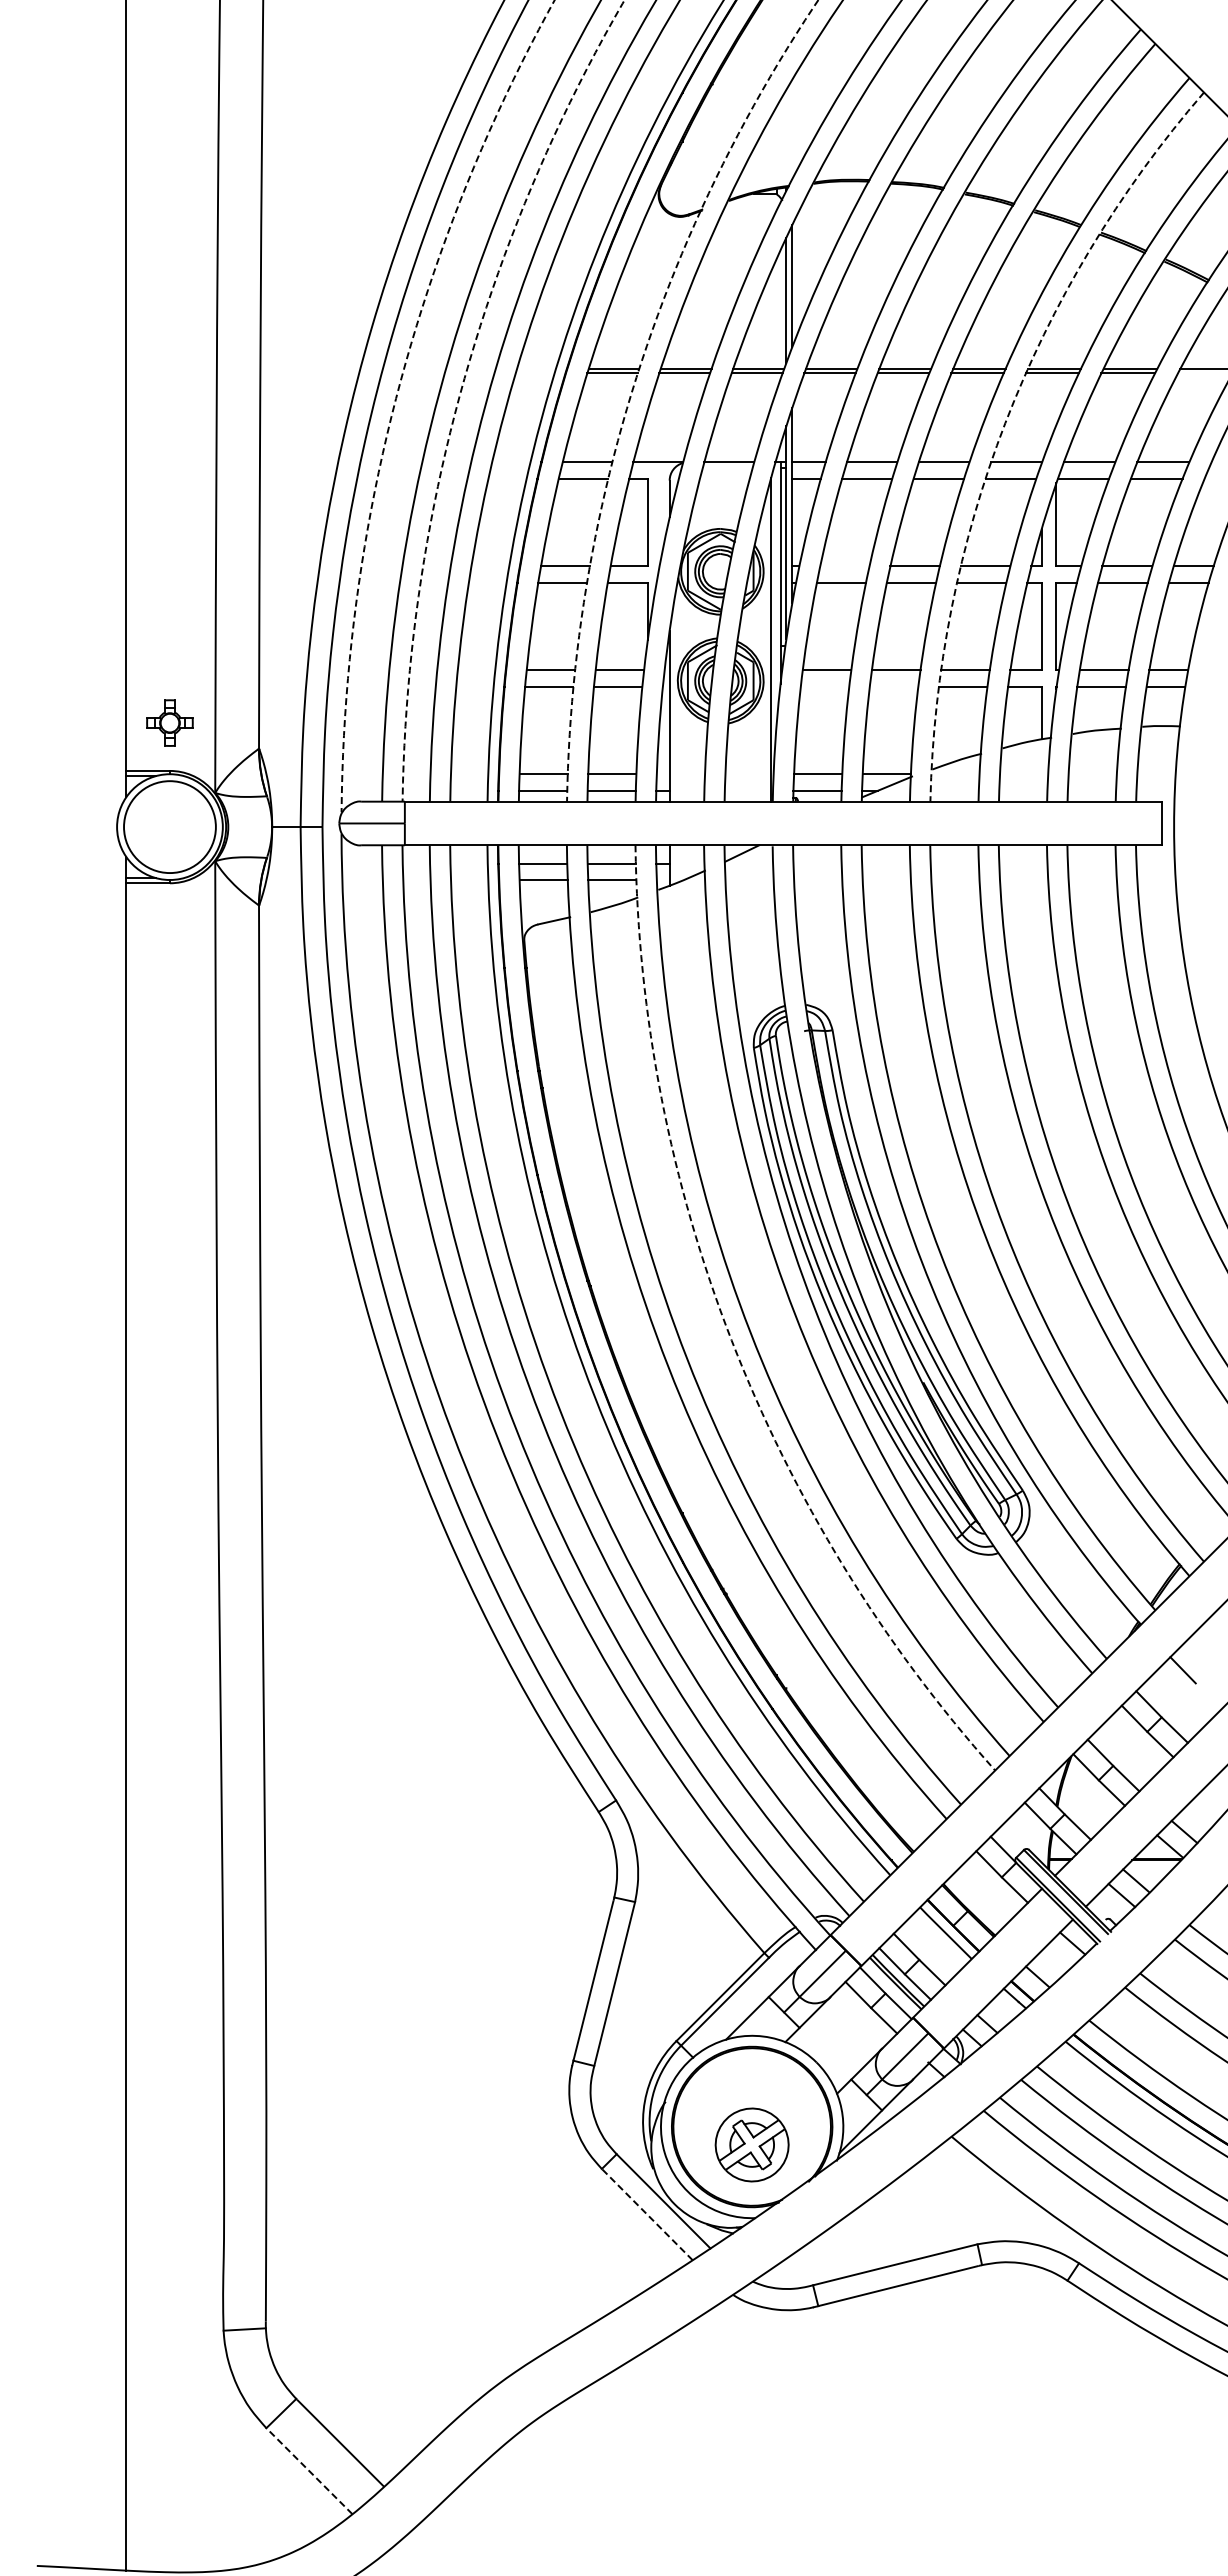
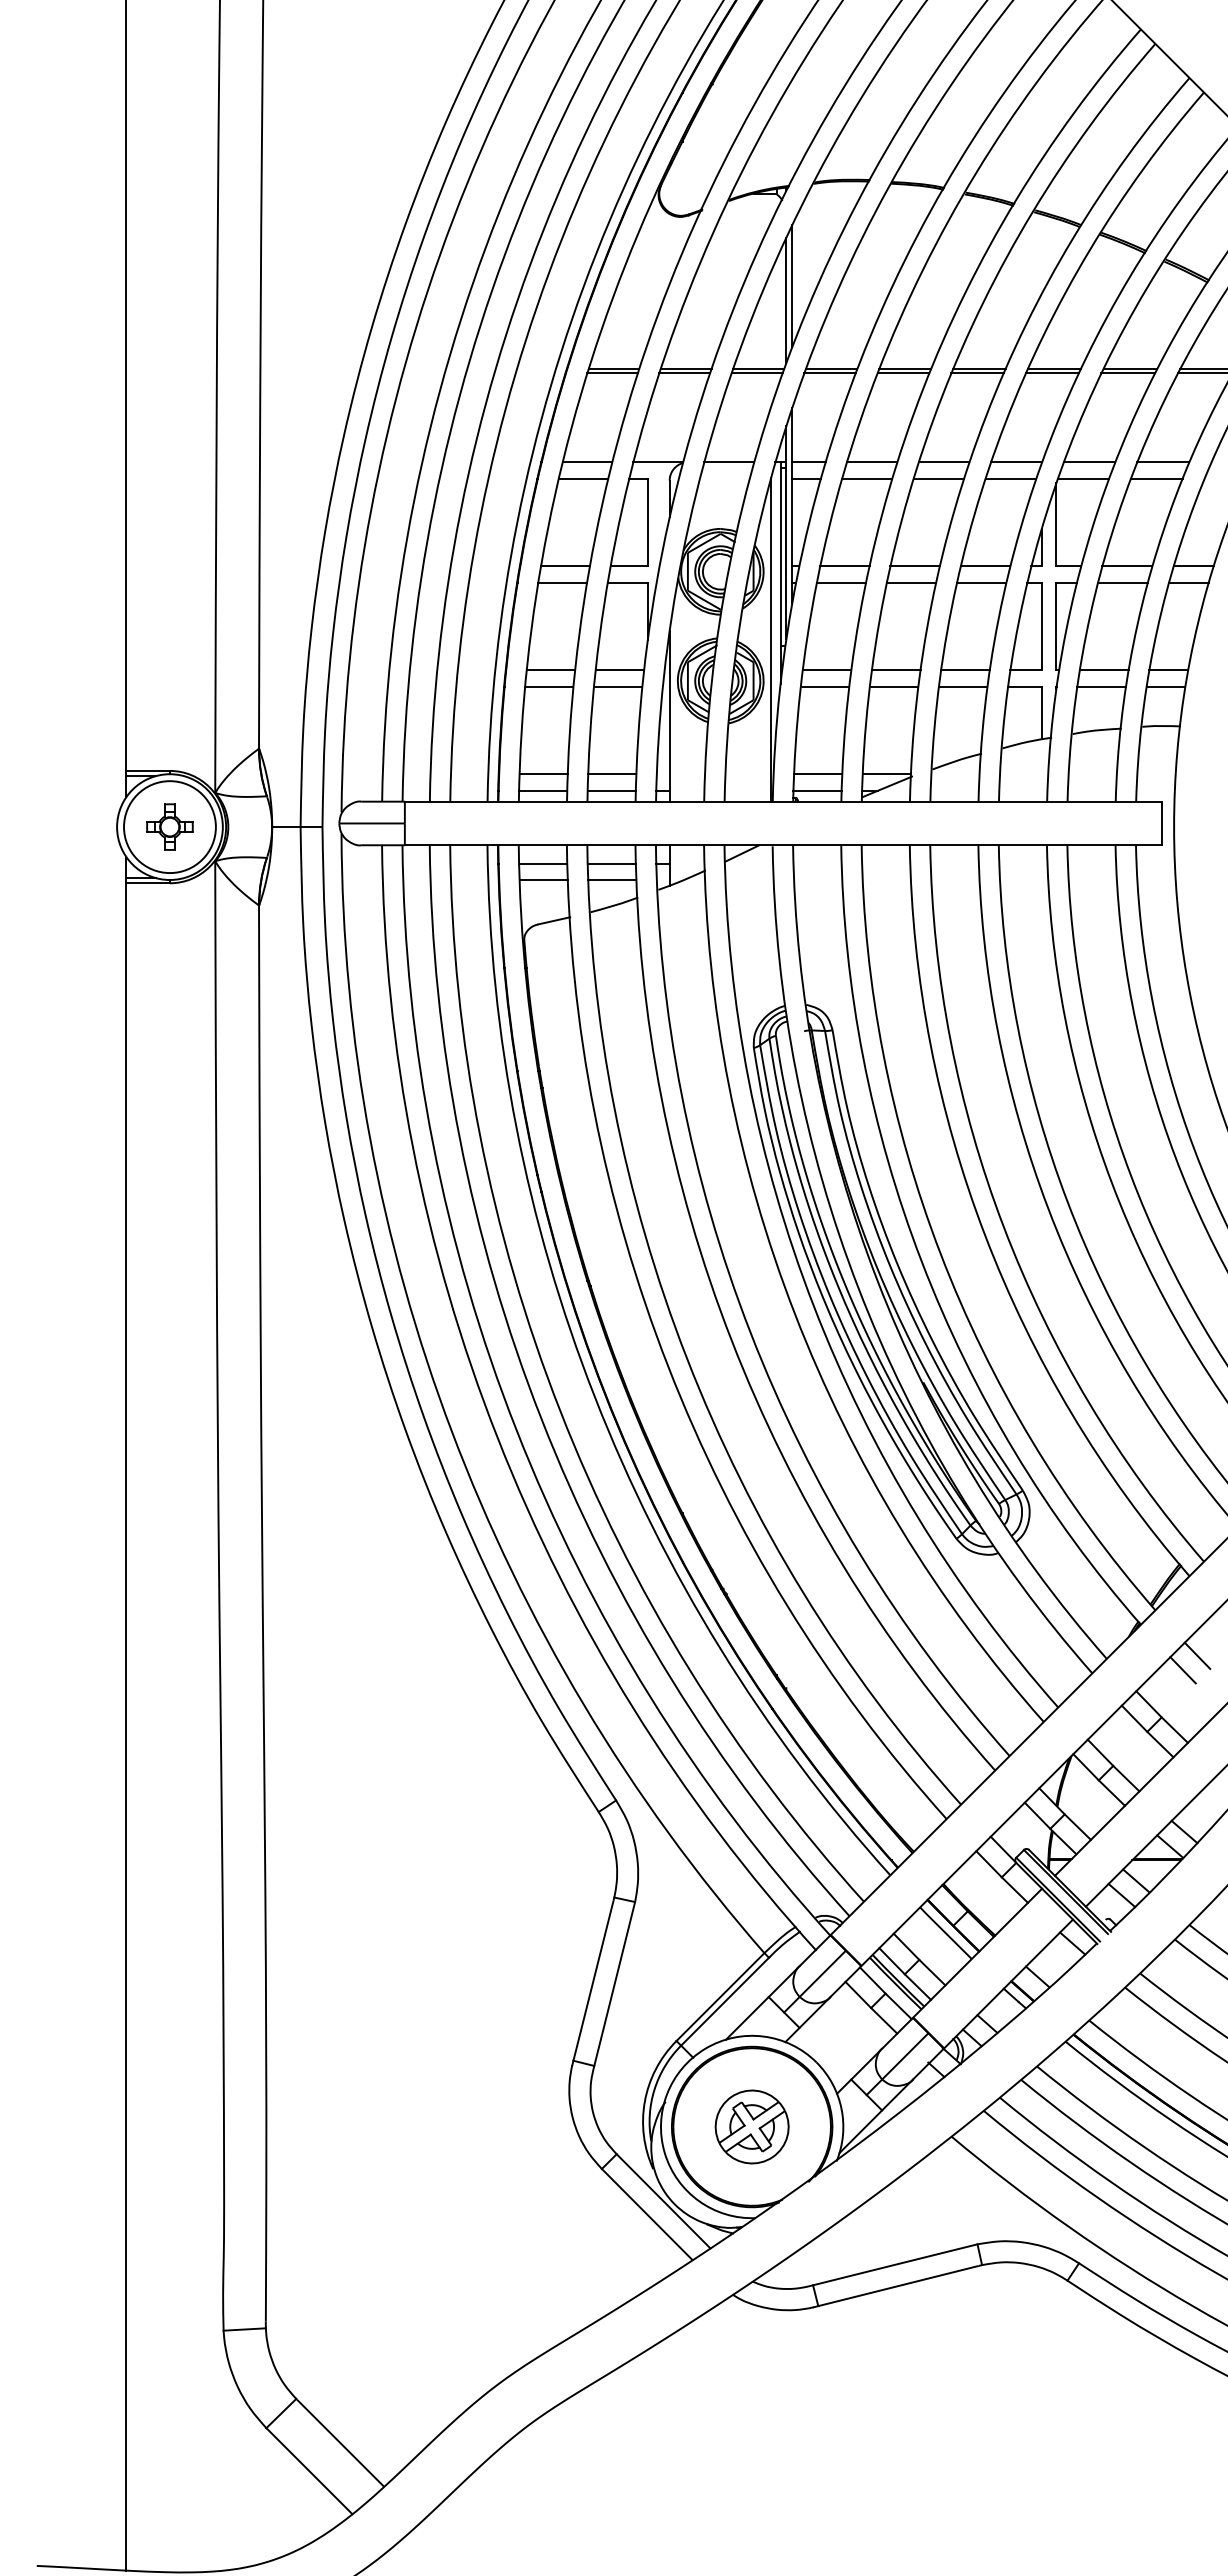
line at (1201, 373): none -> present
arc at (462, 386): dashed -> solid
arc at (633, 387): dashed -> solid
arc at (397, 394): dashed -> solid
arc at (1005, 423): dashed -> solid
line at (844, 566): none -> present
line at (824, 686): none -> present
line at (893, 686): none -> present
part at (169, 722) position: (169, 722) -> (169, 826)
arc at (731, 1340): dashed -> solid
line at (1197, 1655): none -> present
part at (751, 2144) position: (751, 2144) -> (751, 2126)
line at (647, 2214): dashed -> solid
line at (309, 2471): dashed -> solid
